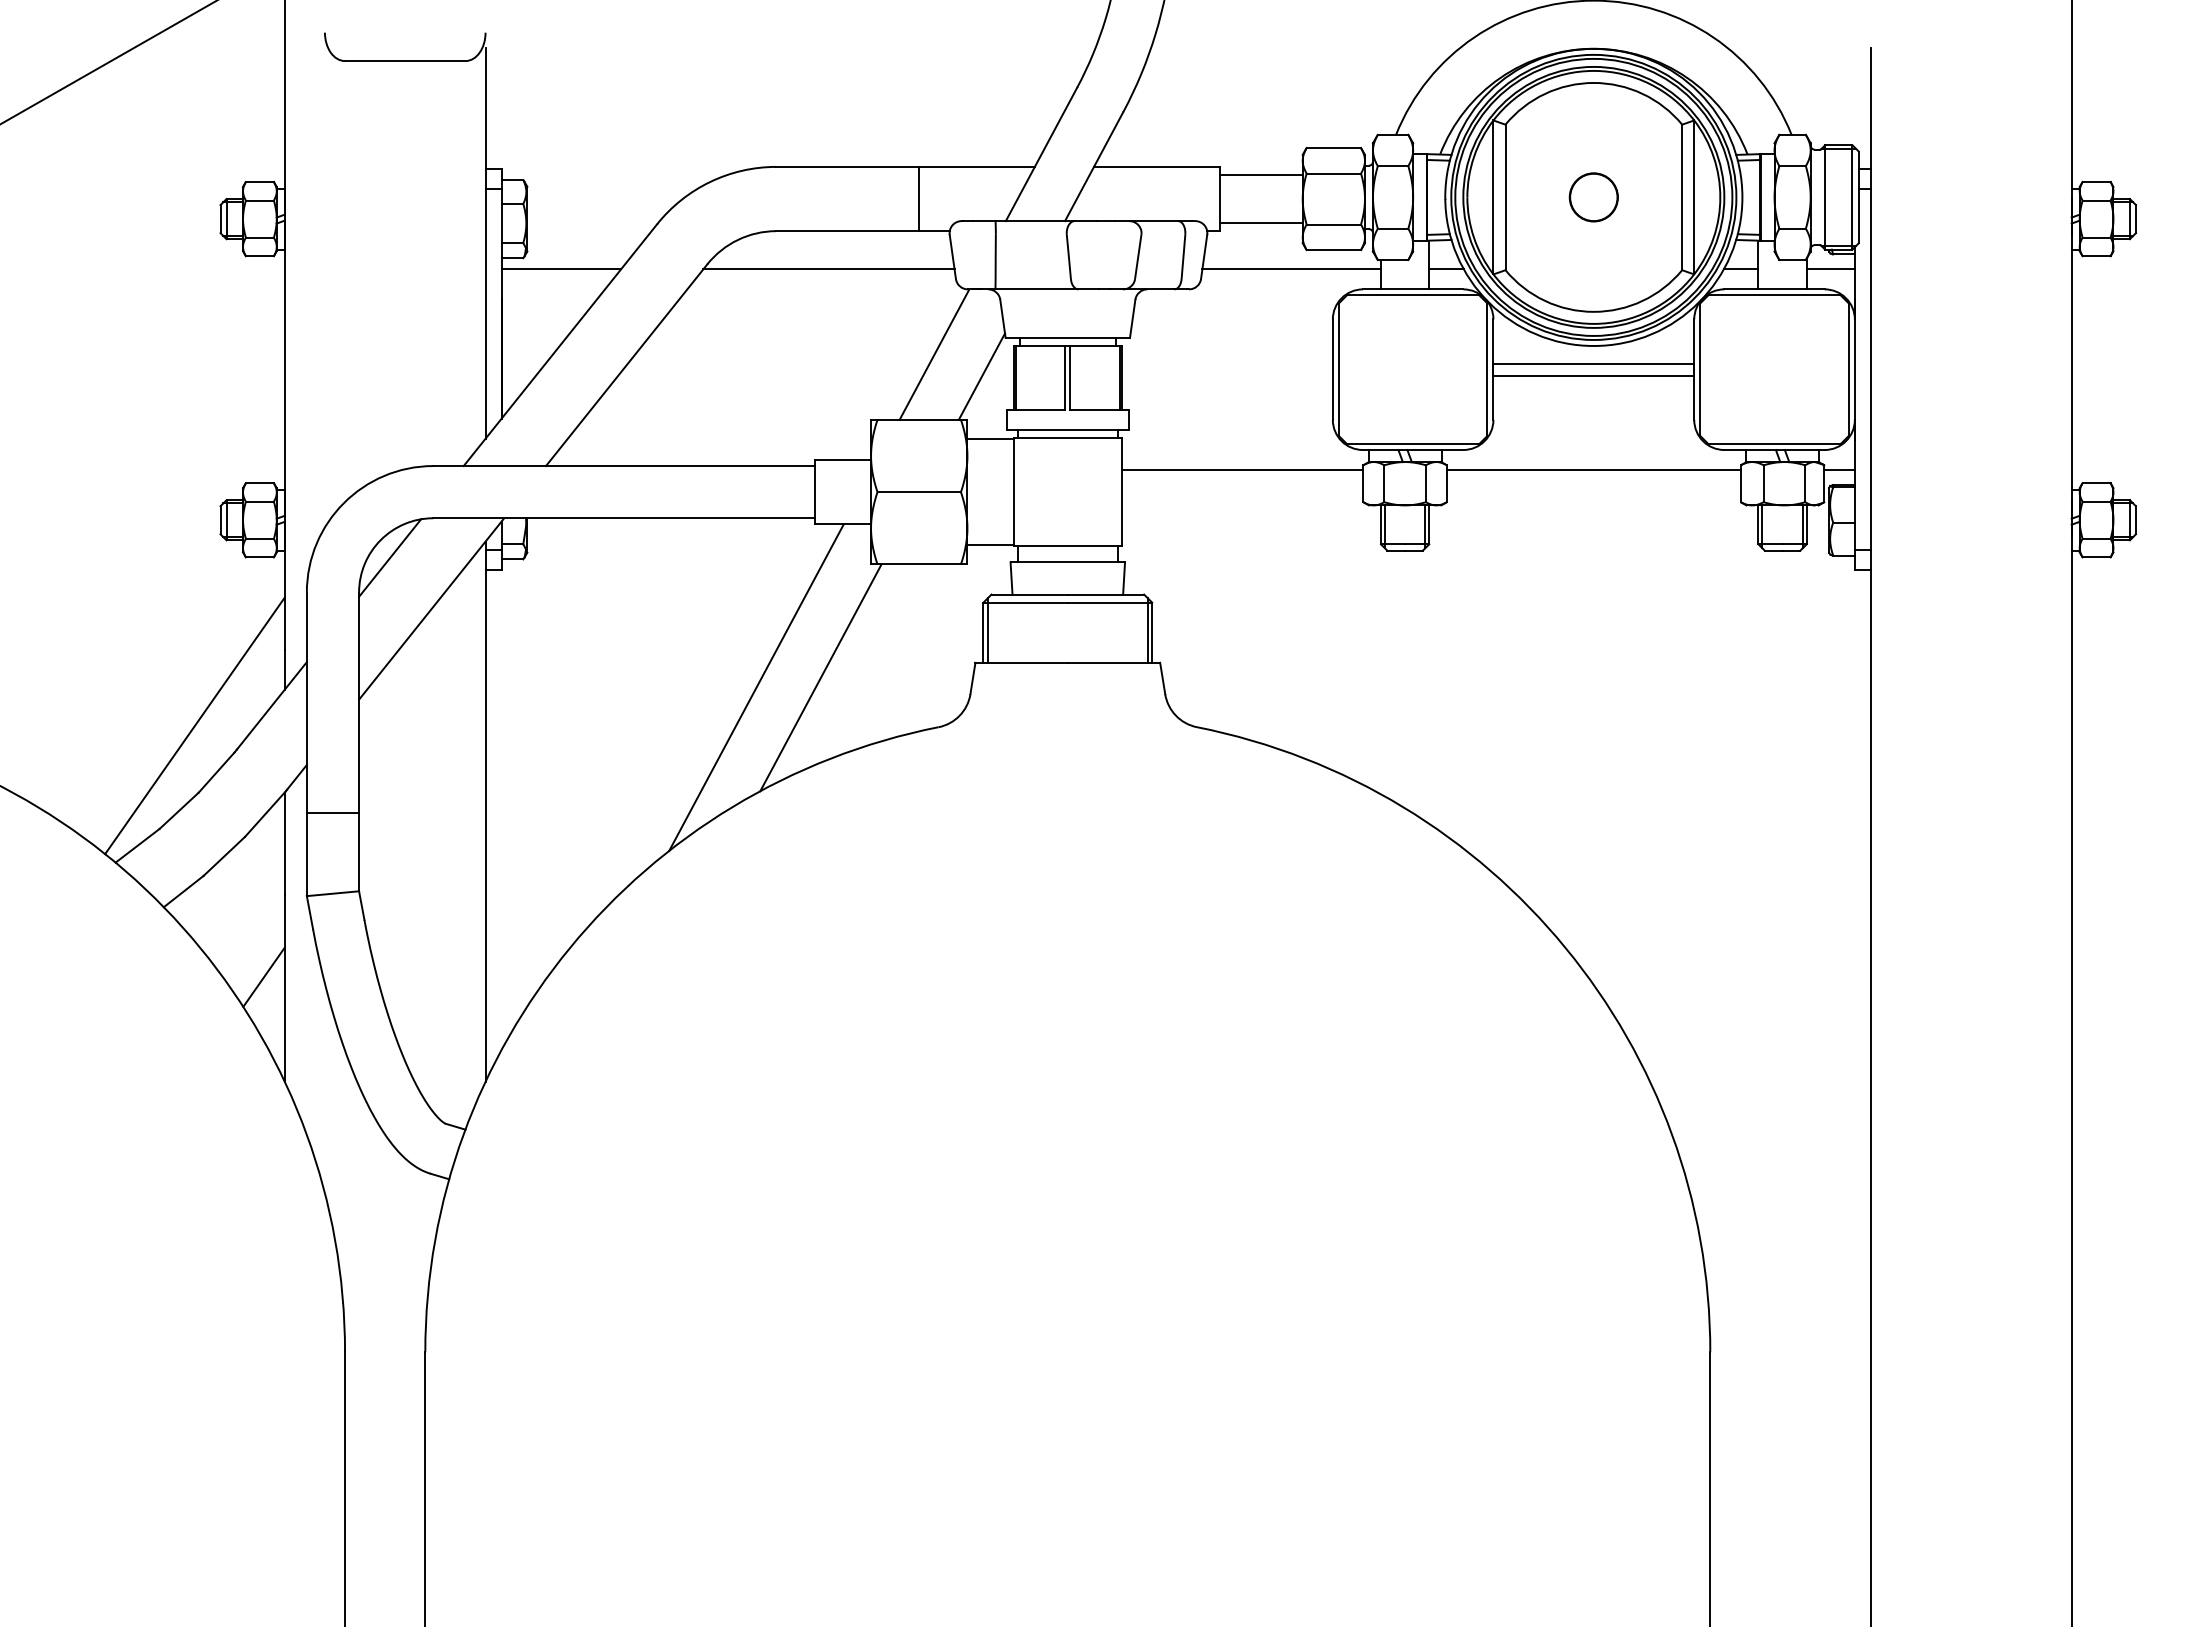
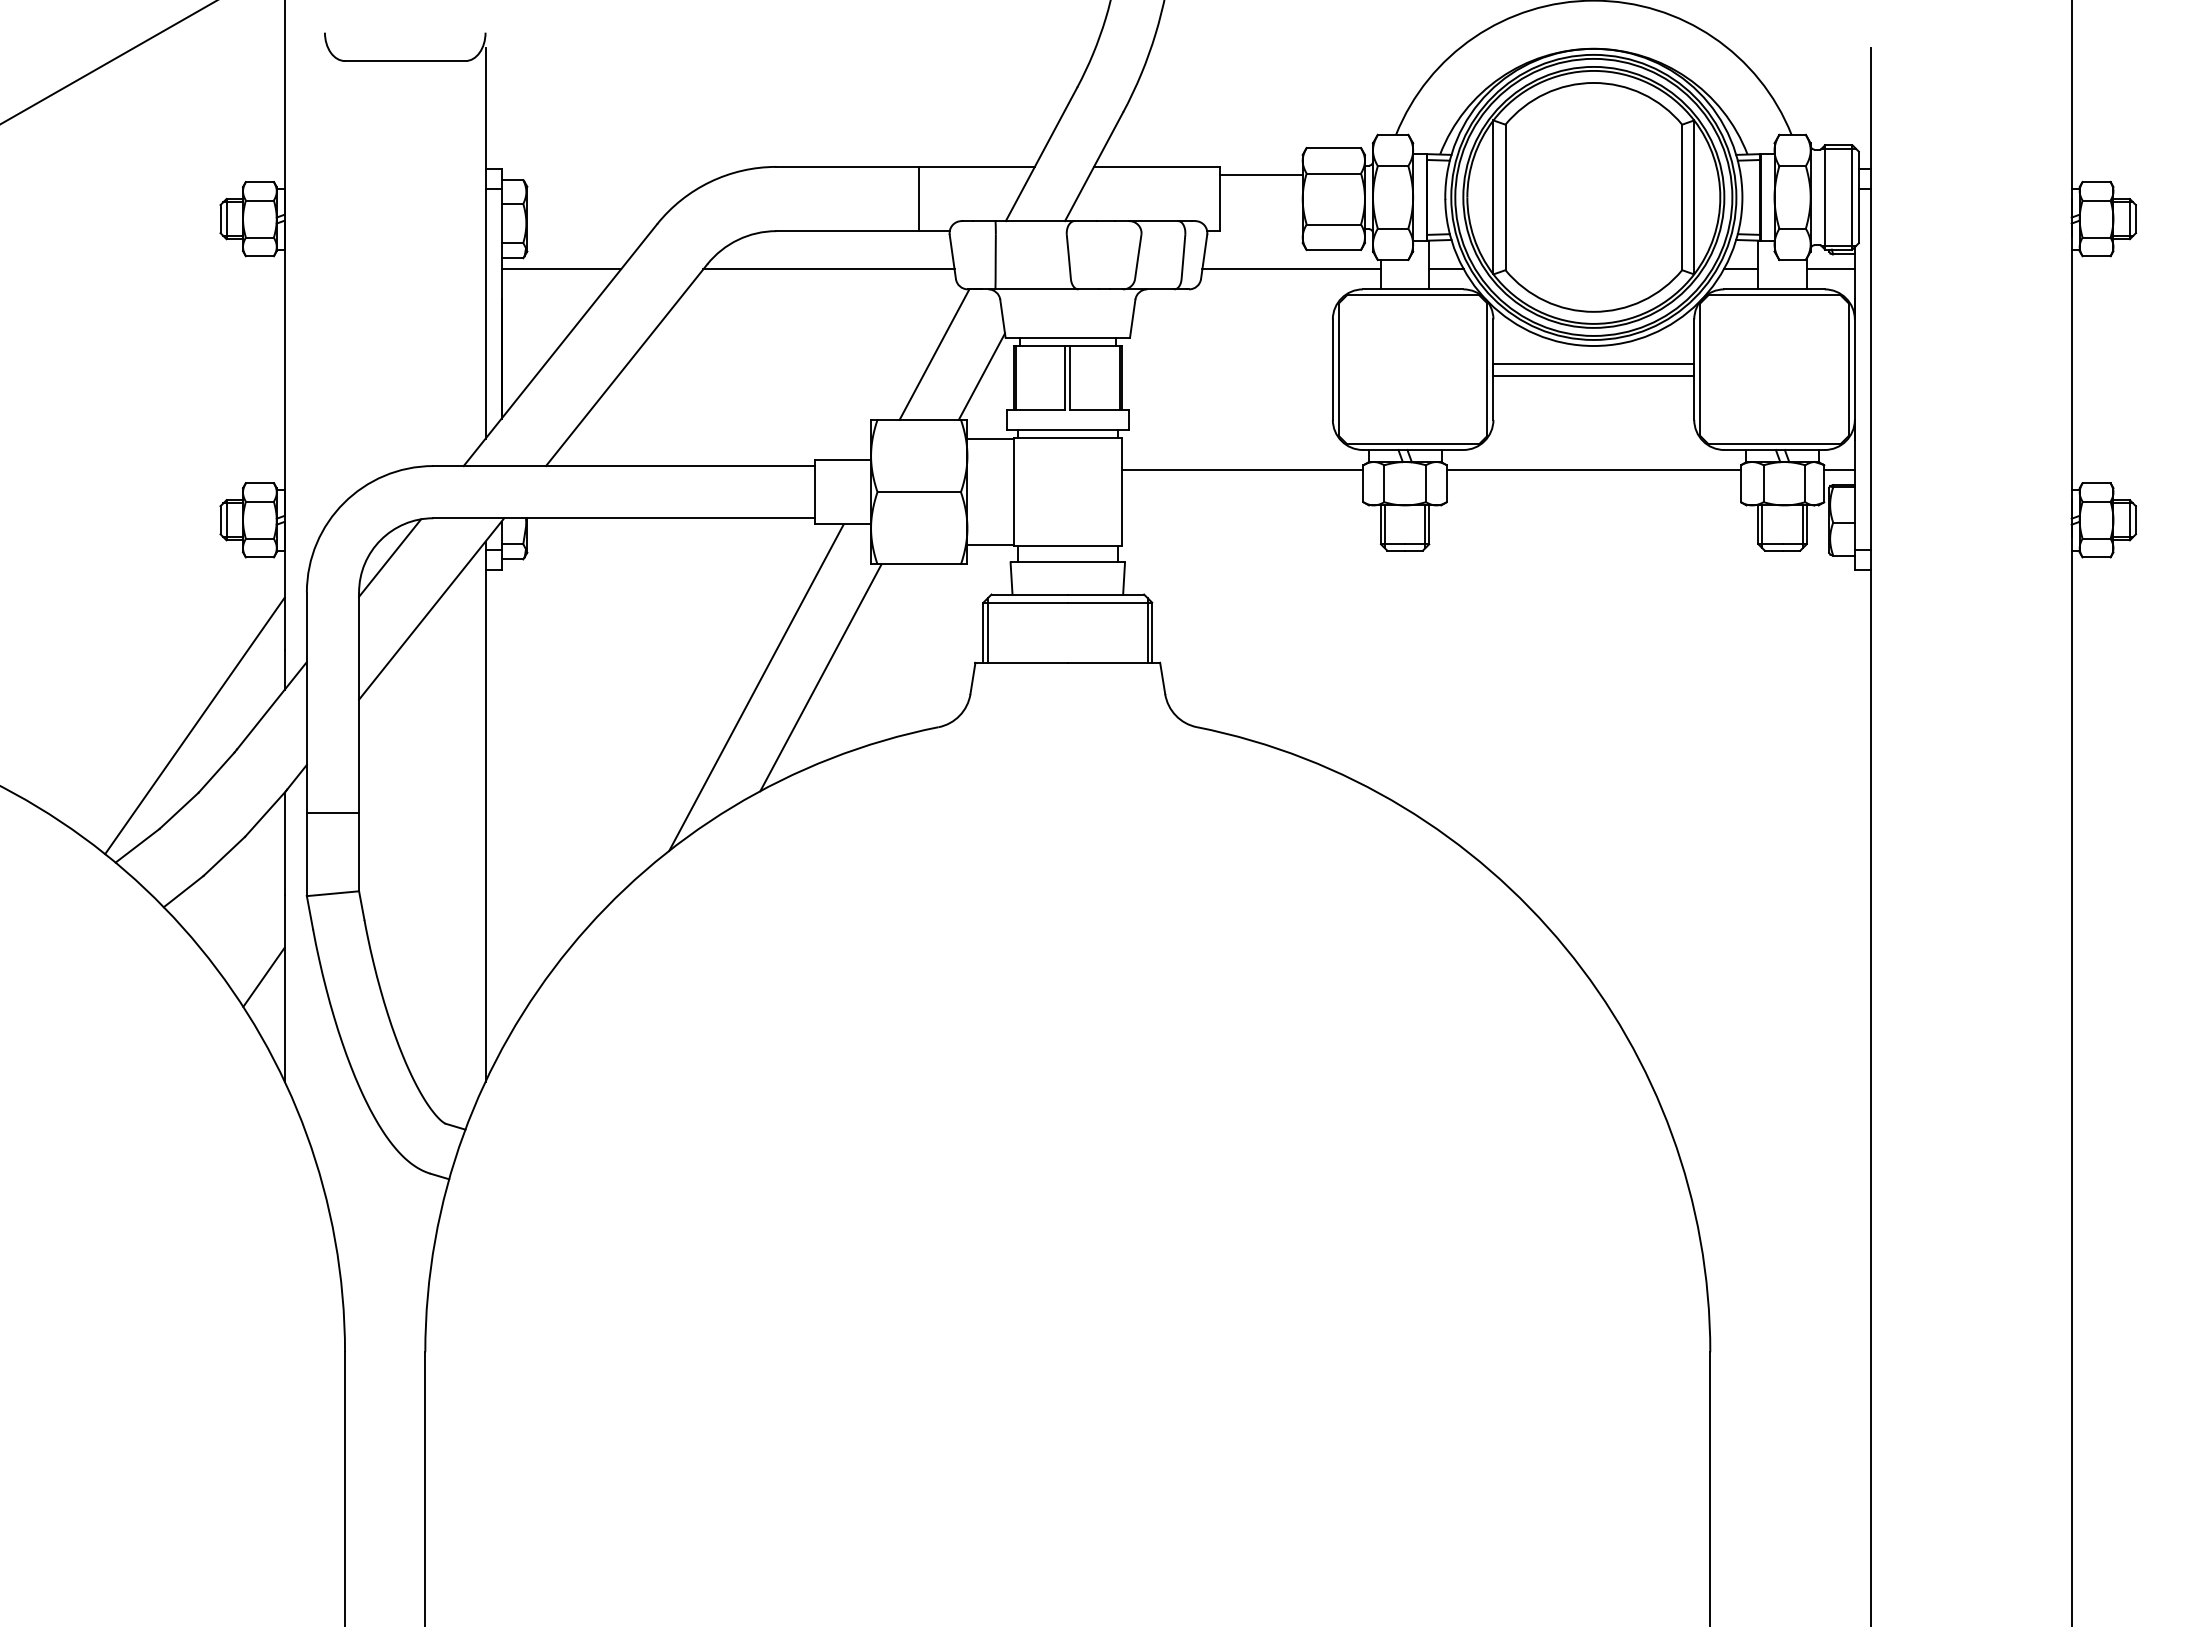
circle at (1593, 197): present -> none
line at (1261, 223): present -> none
